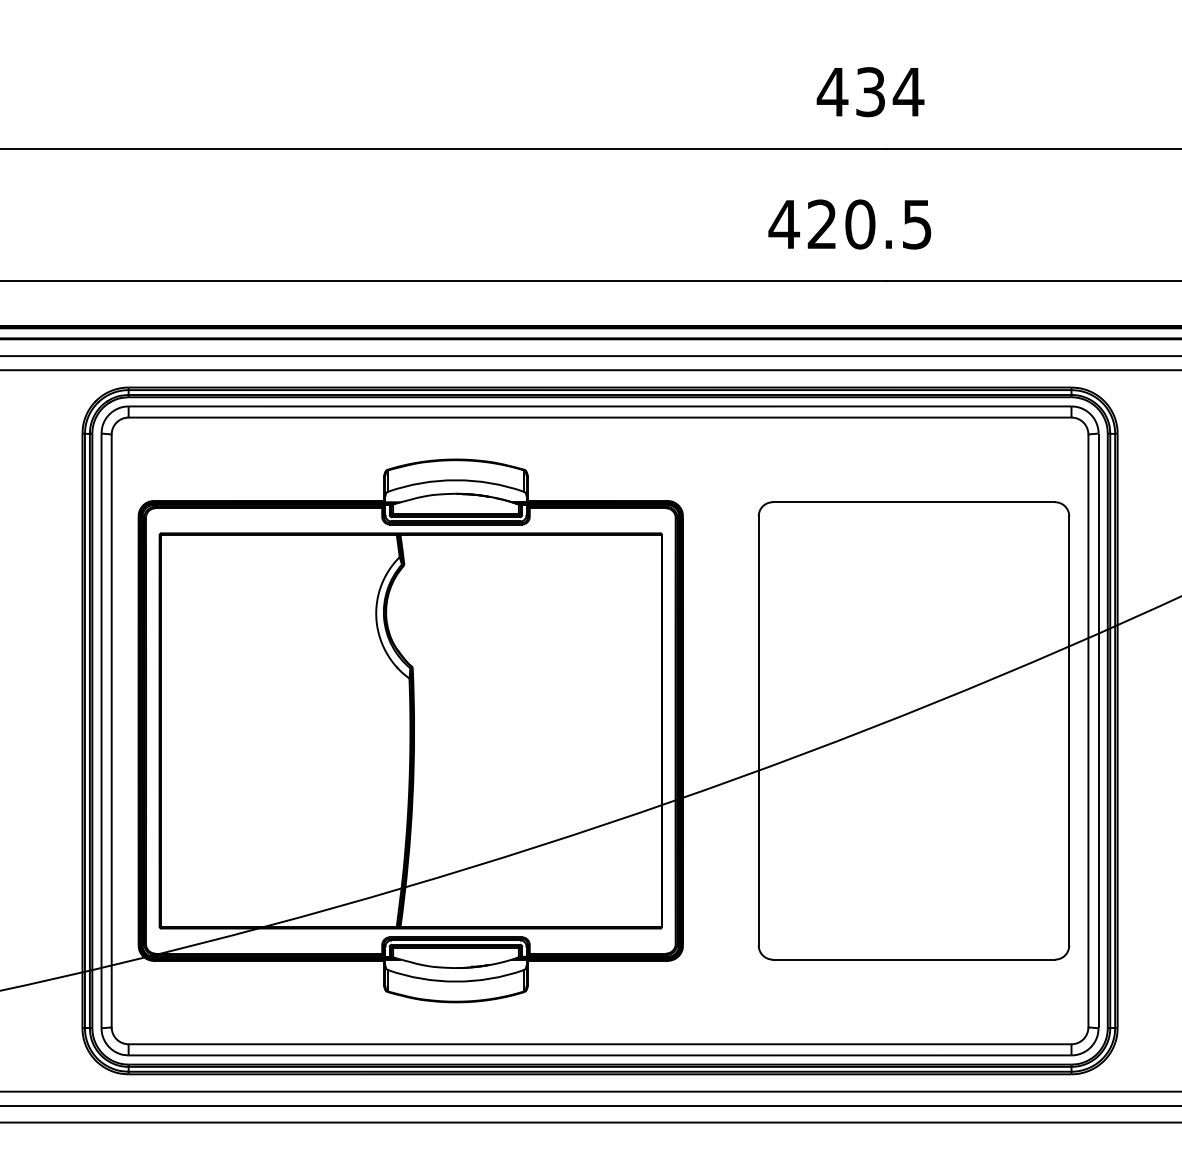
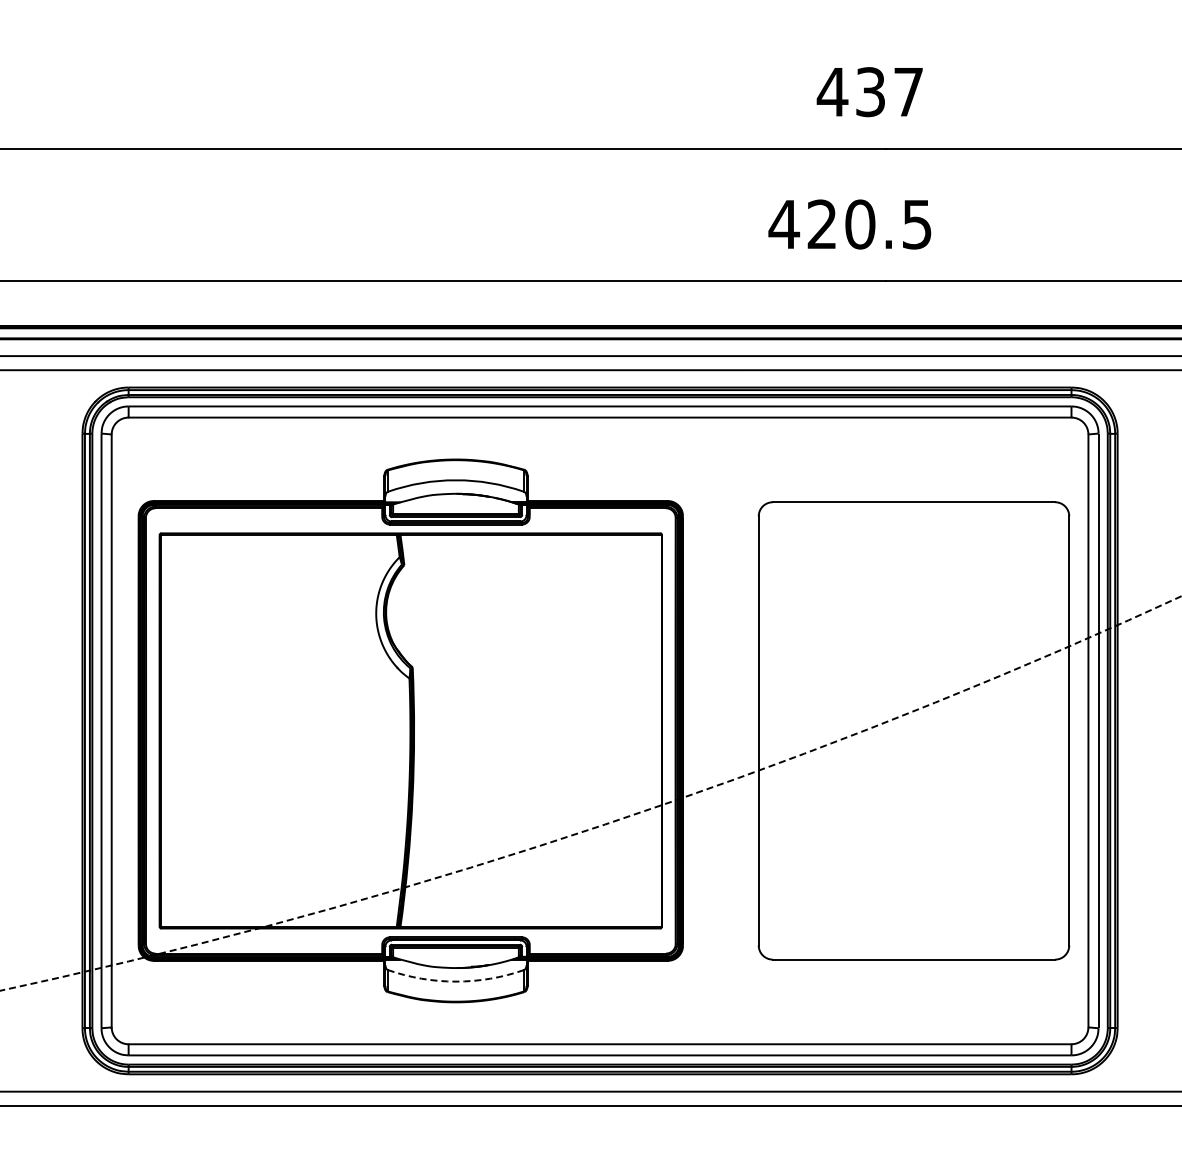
text at (908, 92): 434 -> 437
line at (603, 825): solid -> dashed
arc at (455, 981): solid -> dashed
line at (590, 1122): present -> none
